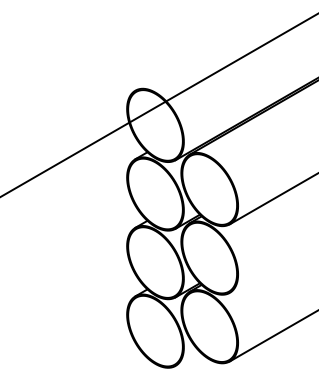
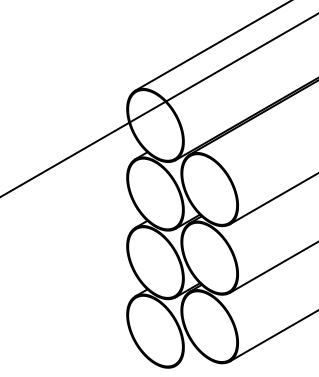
line at (211, 46): none -> present
line at (272, 267): none -> present
